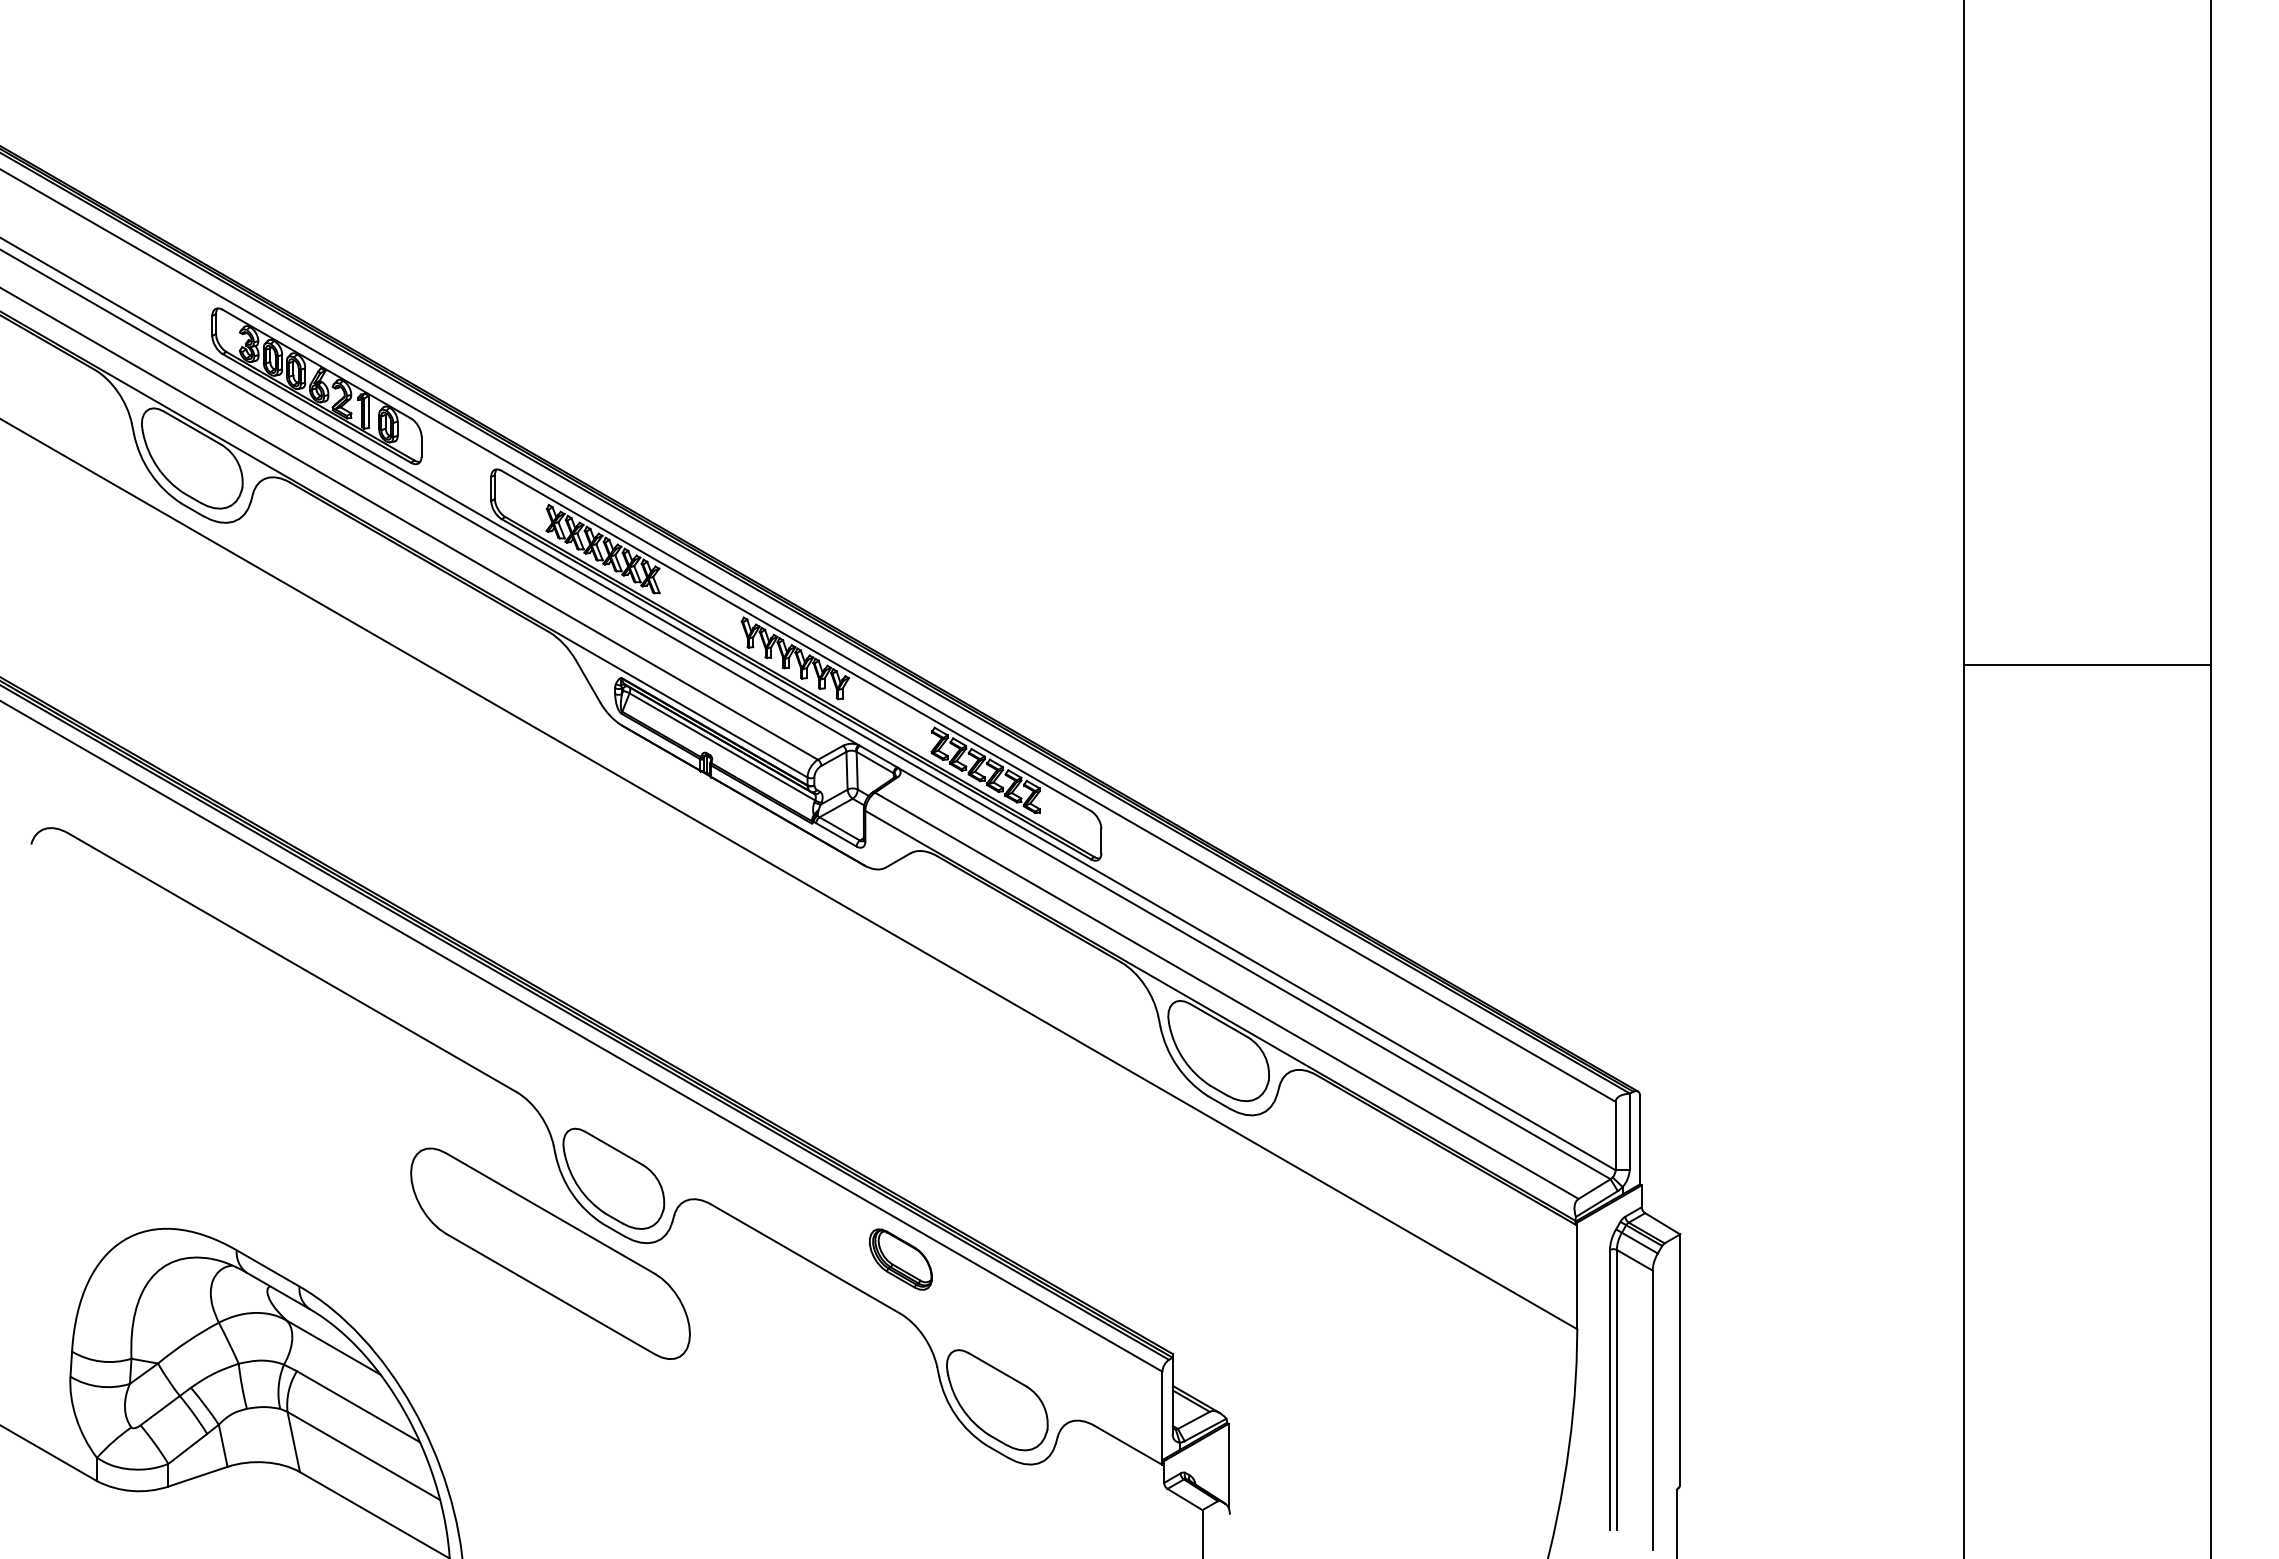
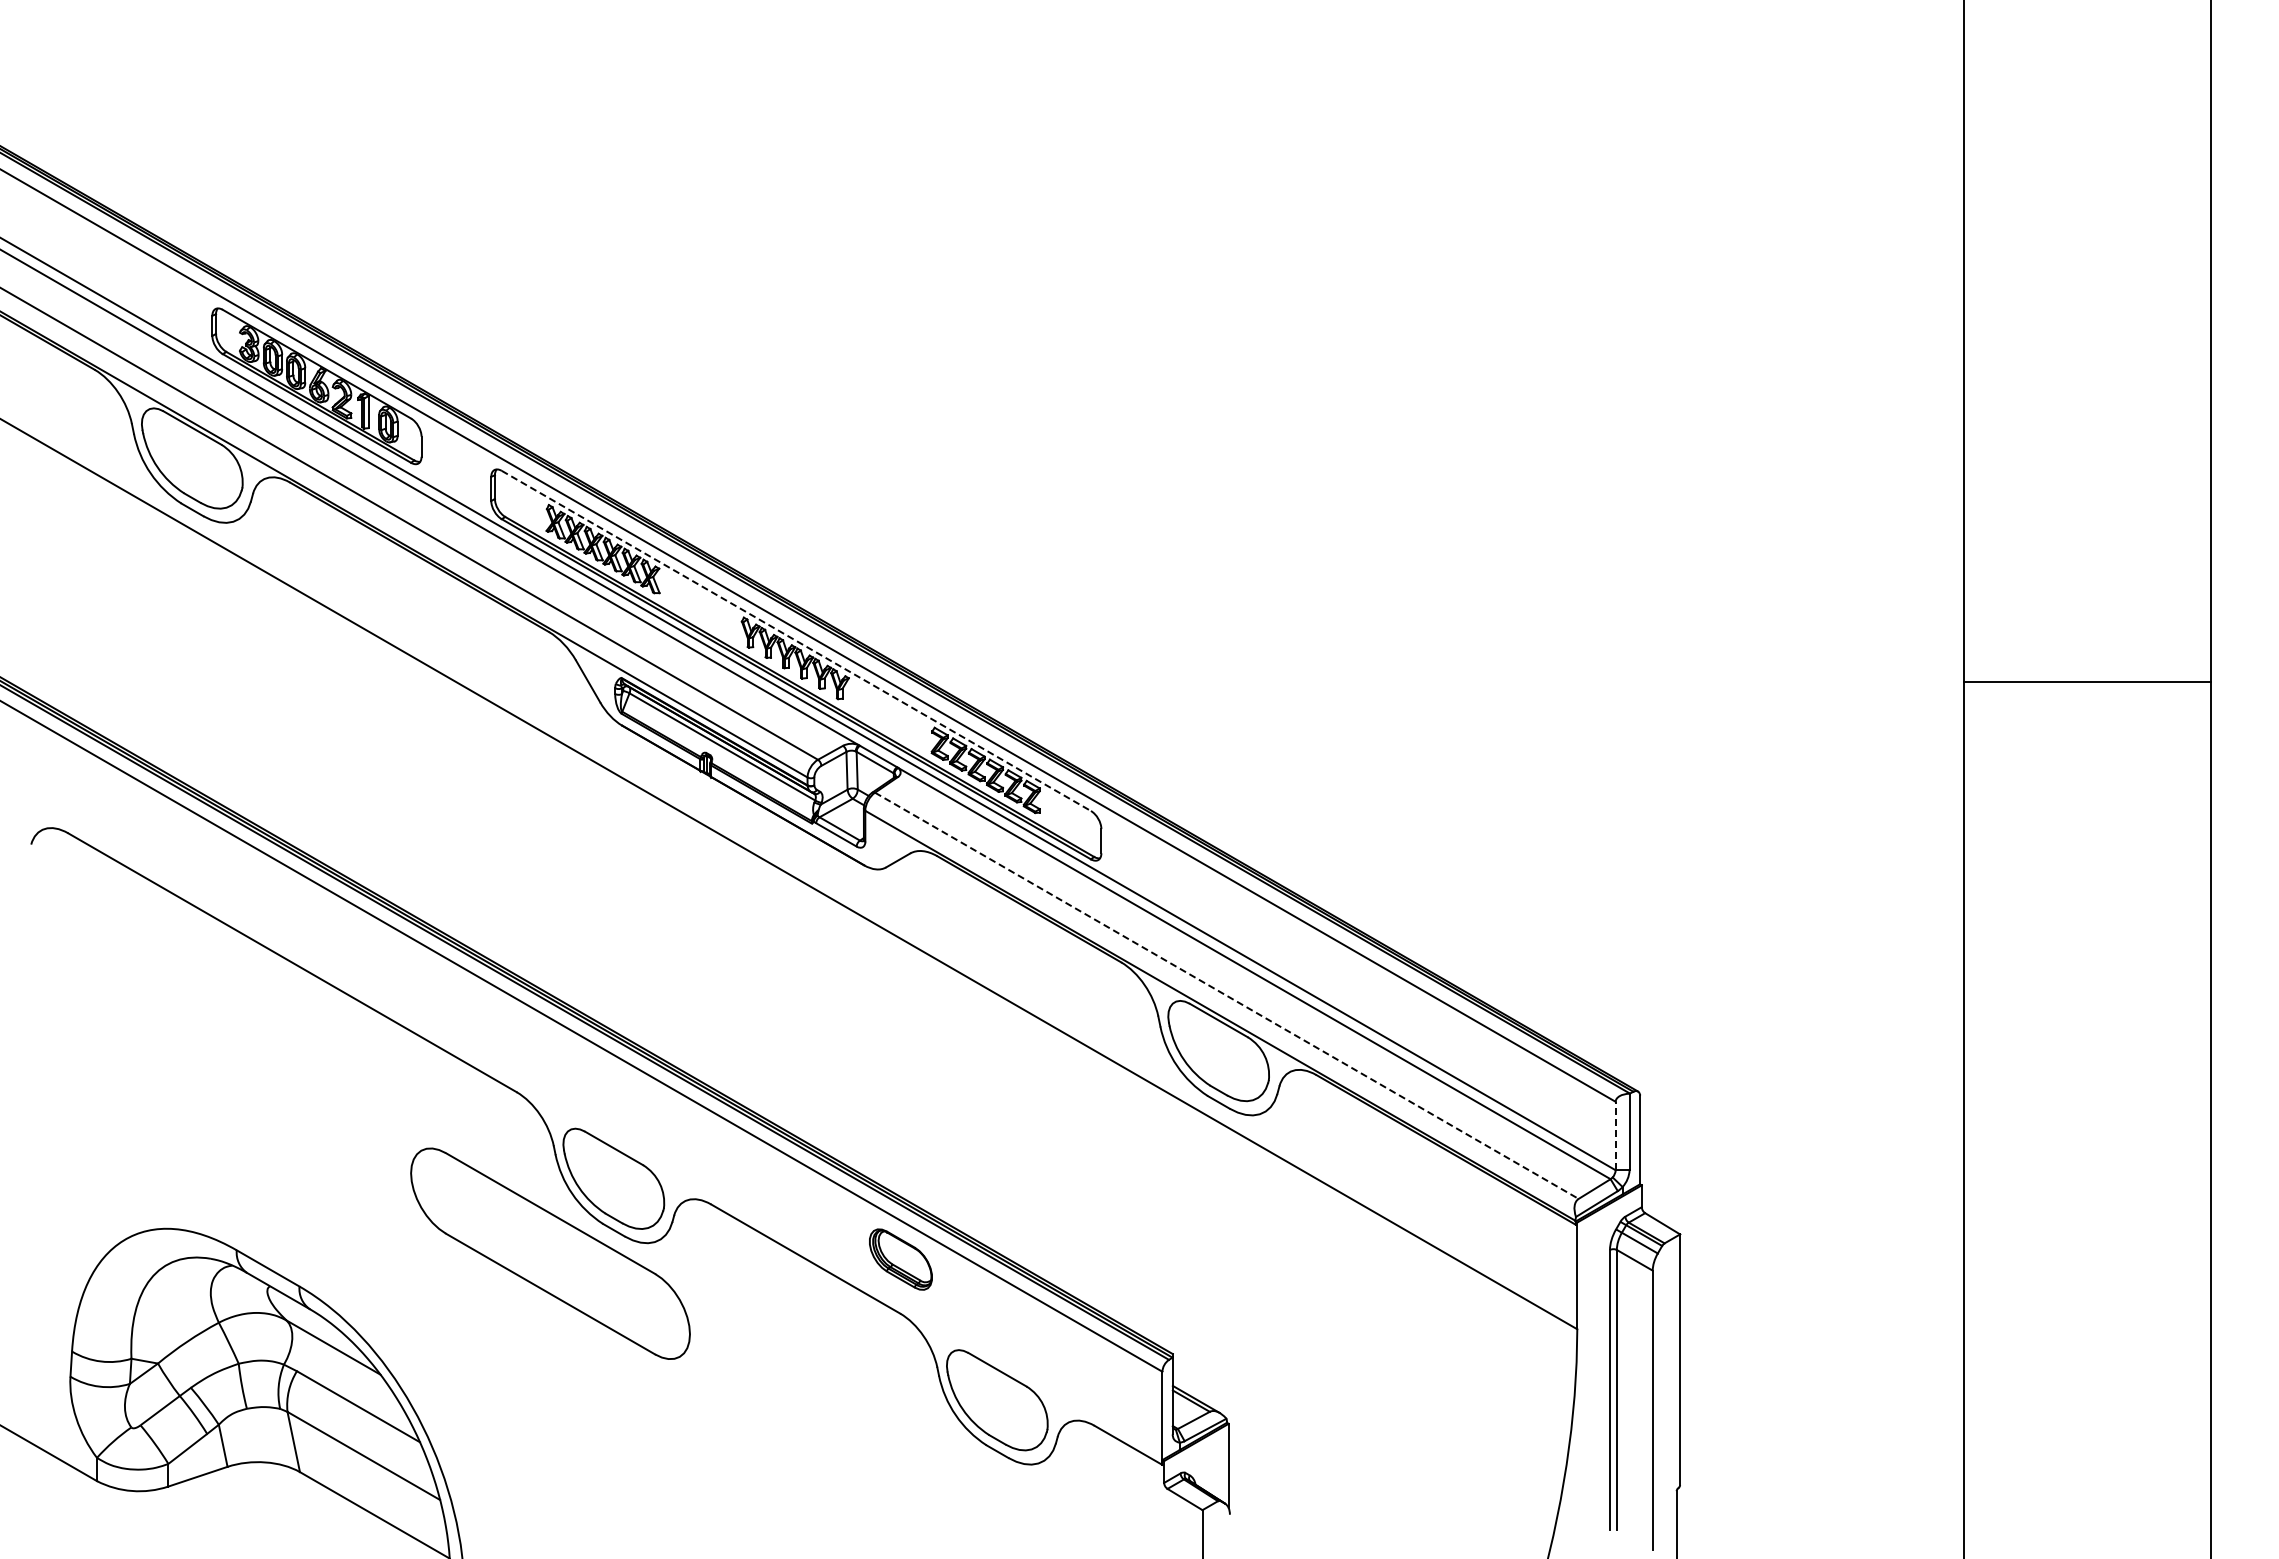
line at (796, 641): solid -> dashed
line at (2087, 665) position: (2087, 665) -> (2087, 682)
line at (1227, 996): solid -> dashed
line at (1615, 1135): solid -> dashed
